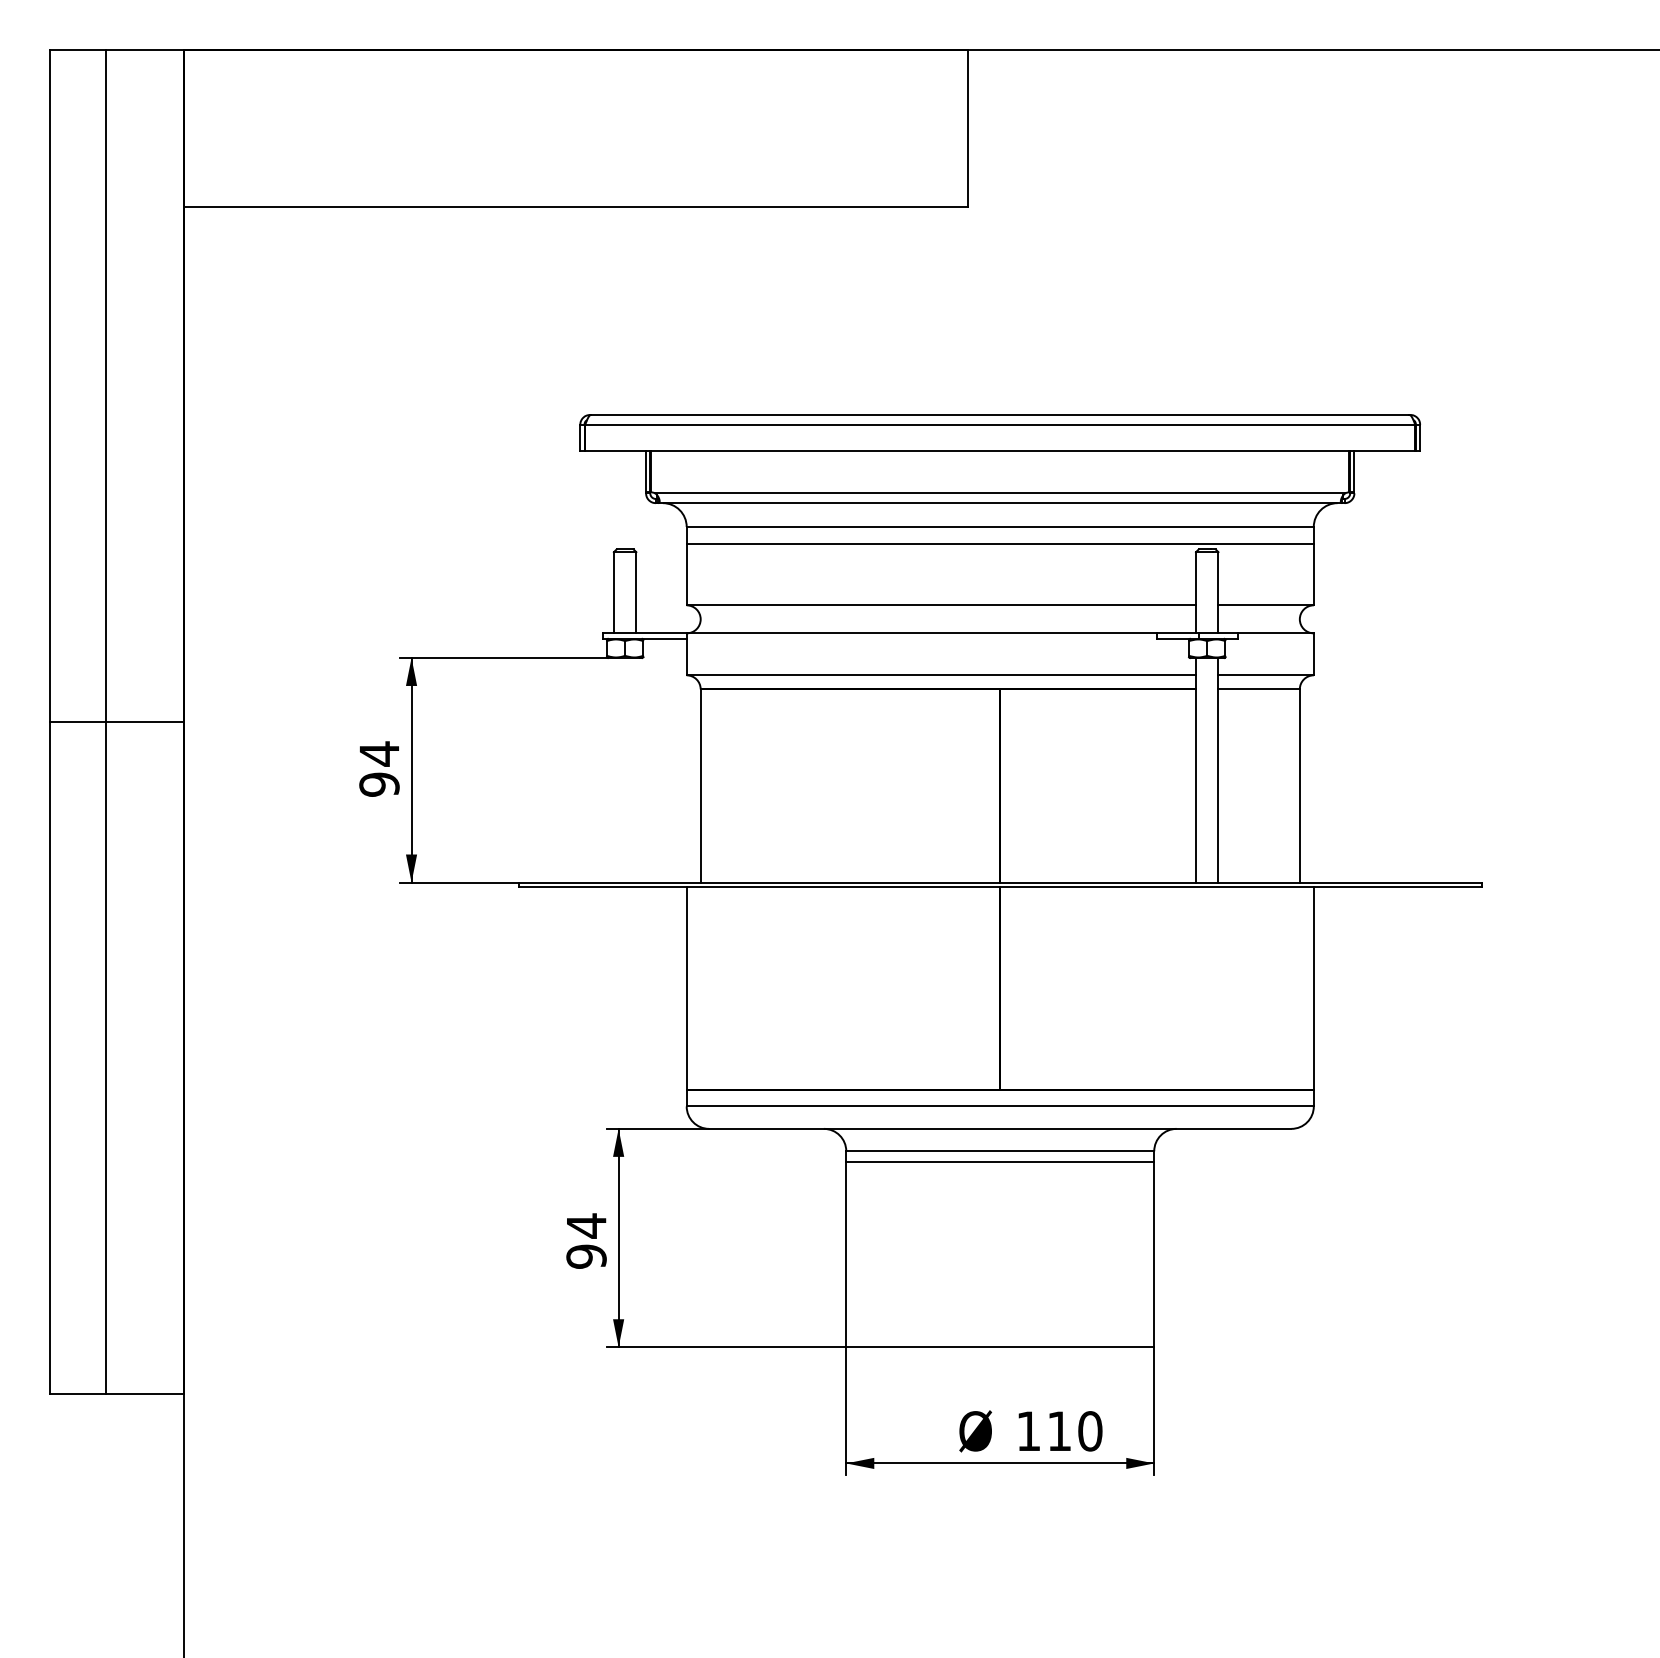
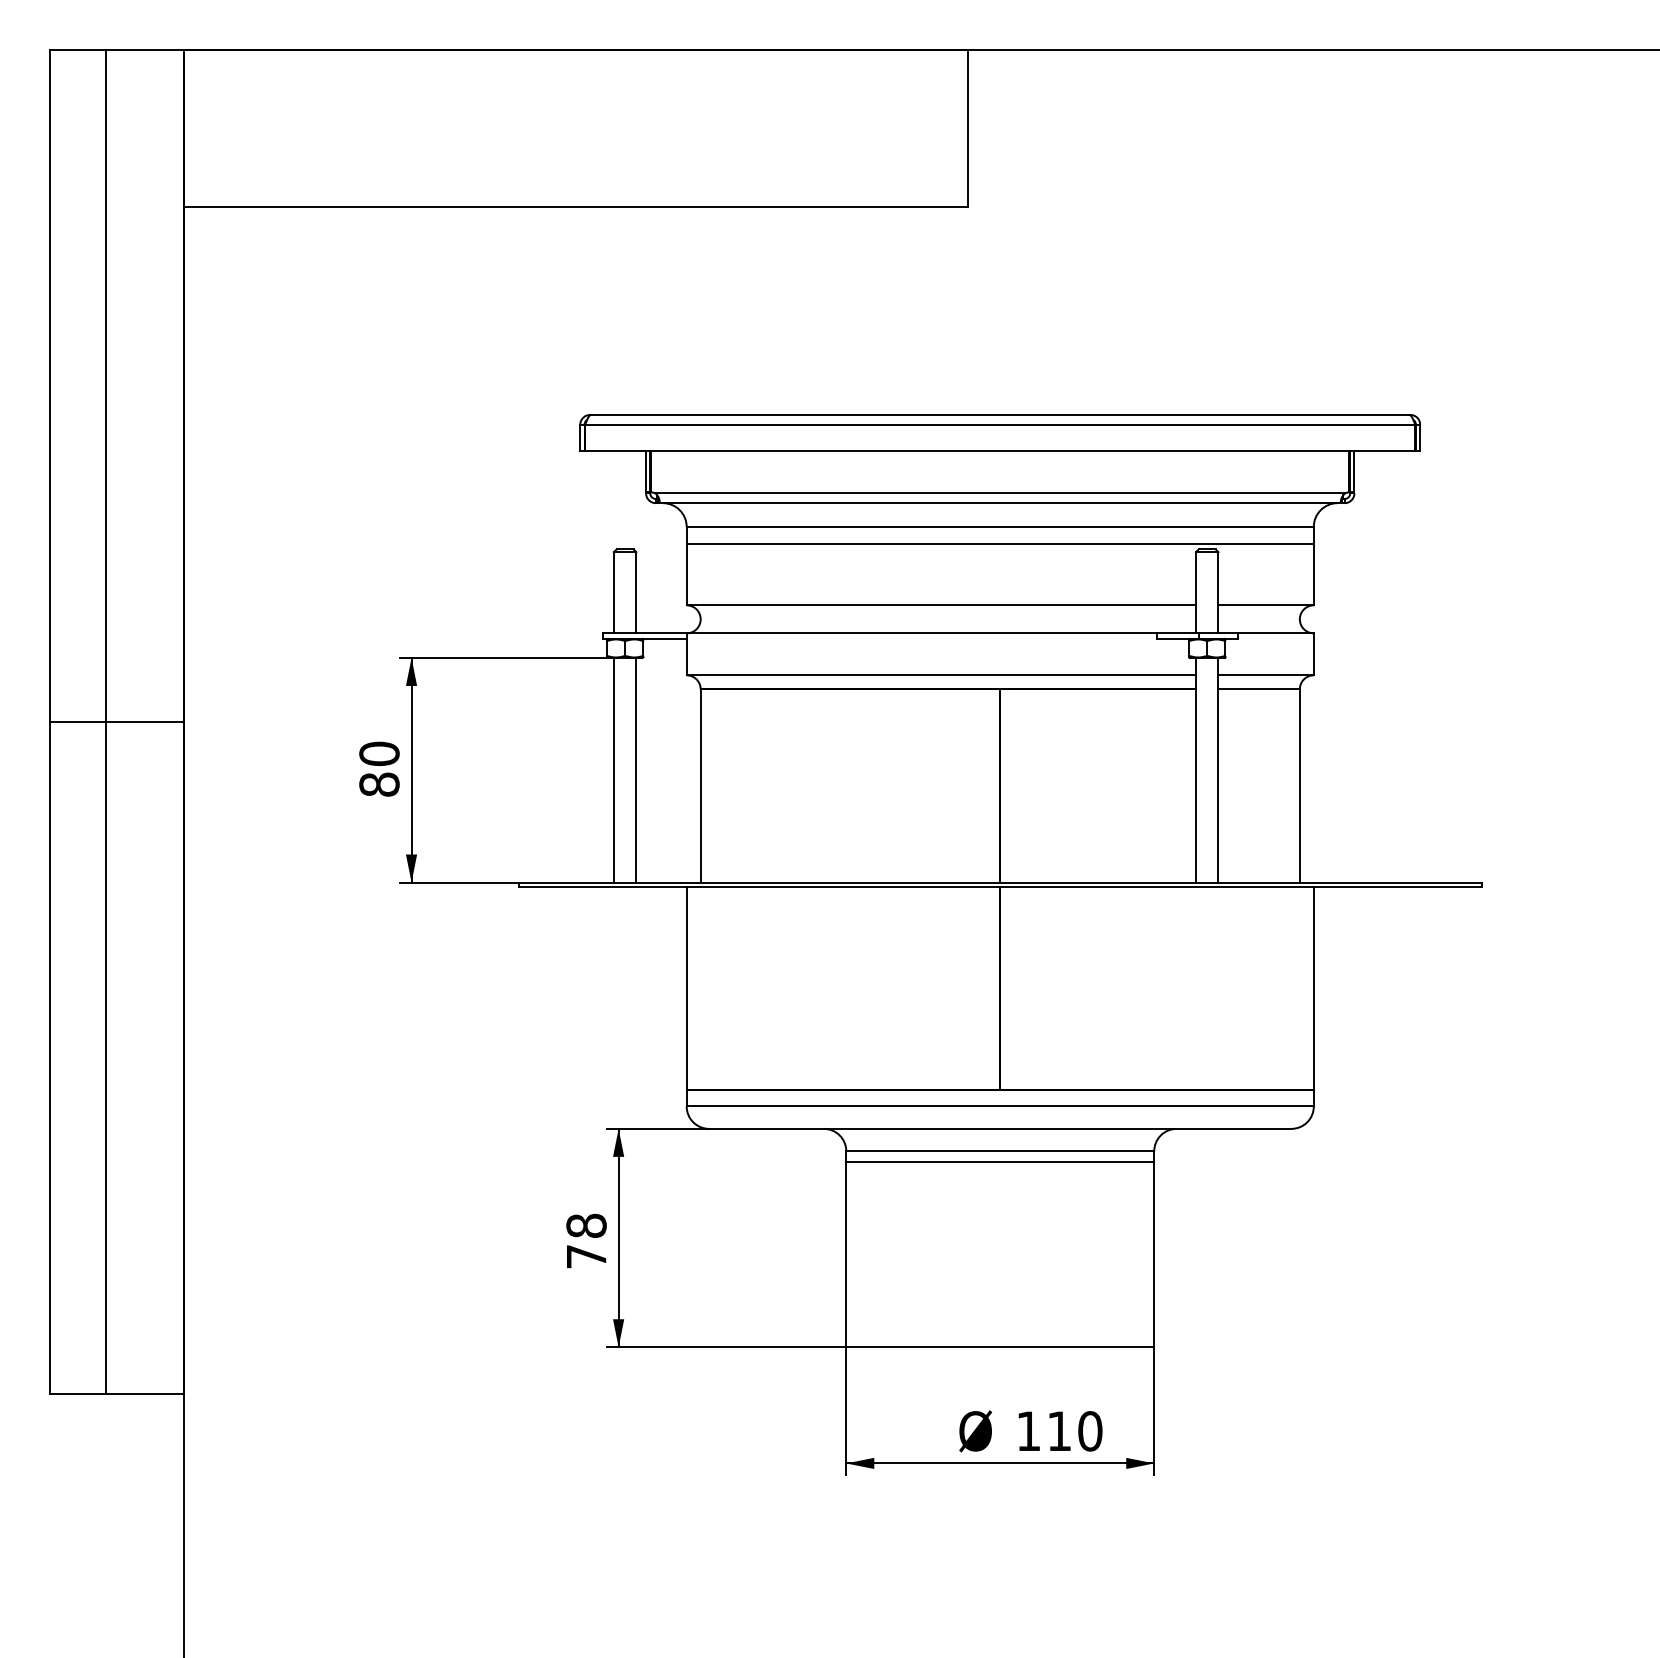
text at (379, 768): 94 -> 80
line at (613, 769): none -> present
line at (636, 769): none -> present
text at (586, 1240): 94 -> 78
